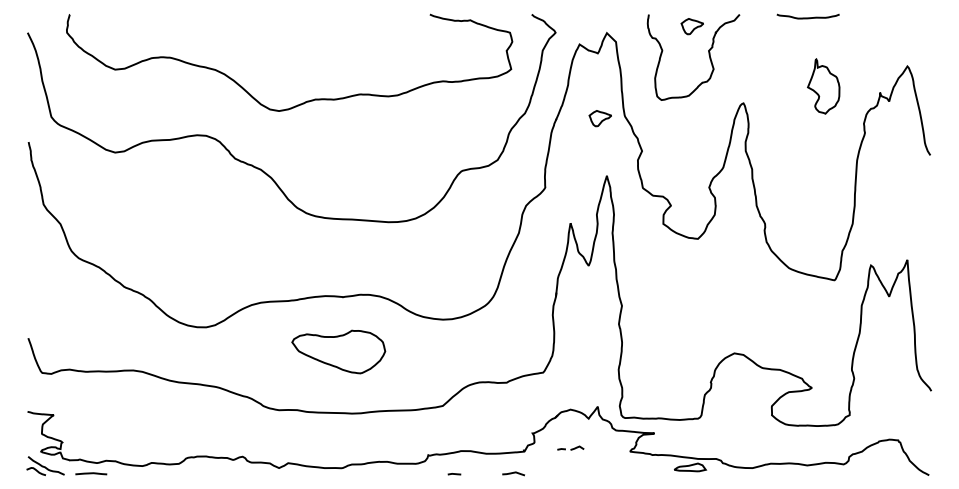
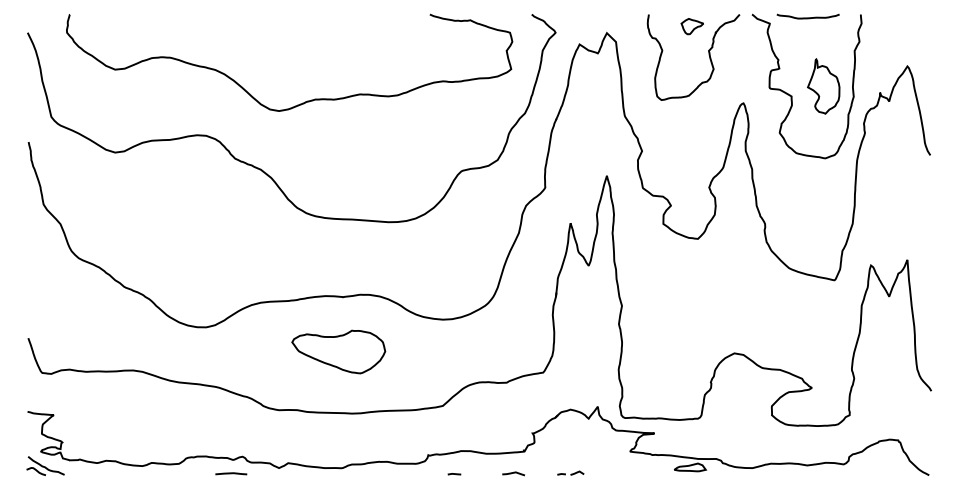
curve at (792, 95): none -> present
part at (599, 118): present -> none
part at (570, 447) position: (570, 447) -> (570, 472)
line at (91, 473) position: (91, 473) -> (231, 473)
